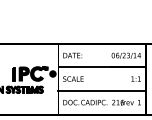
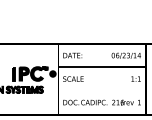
line at (101, 91): present -> none
